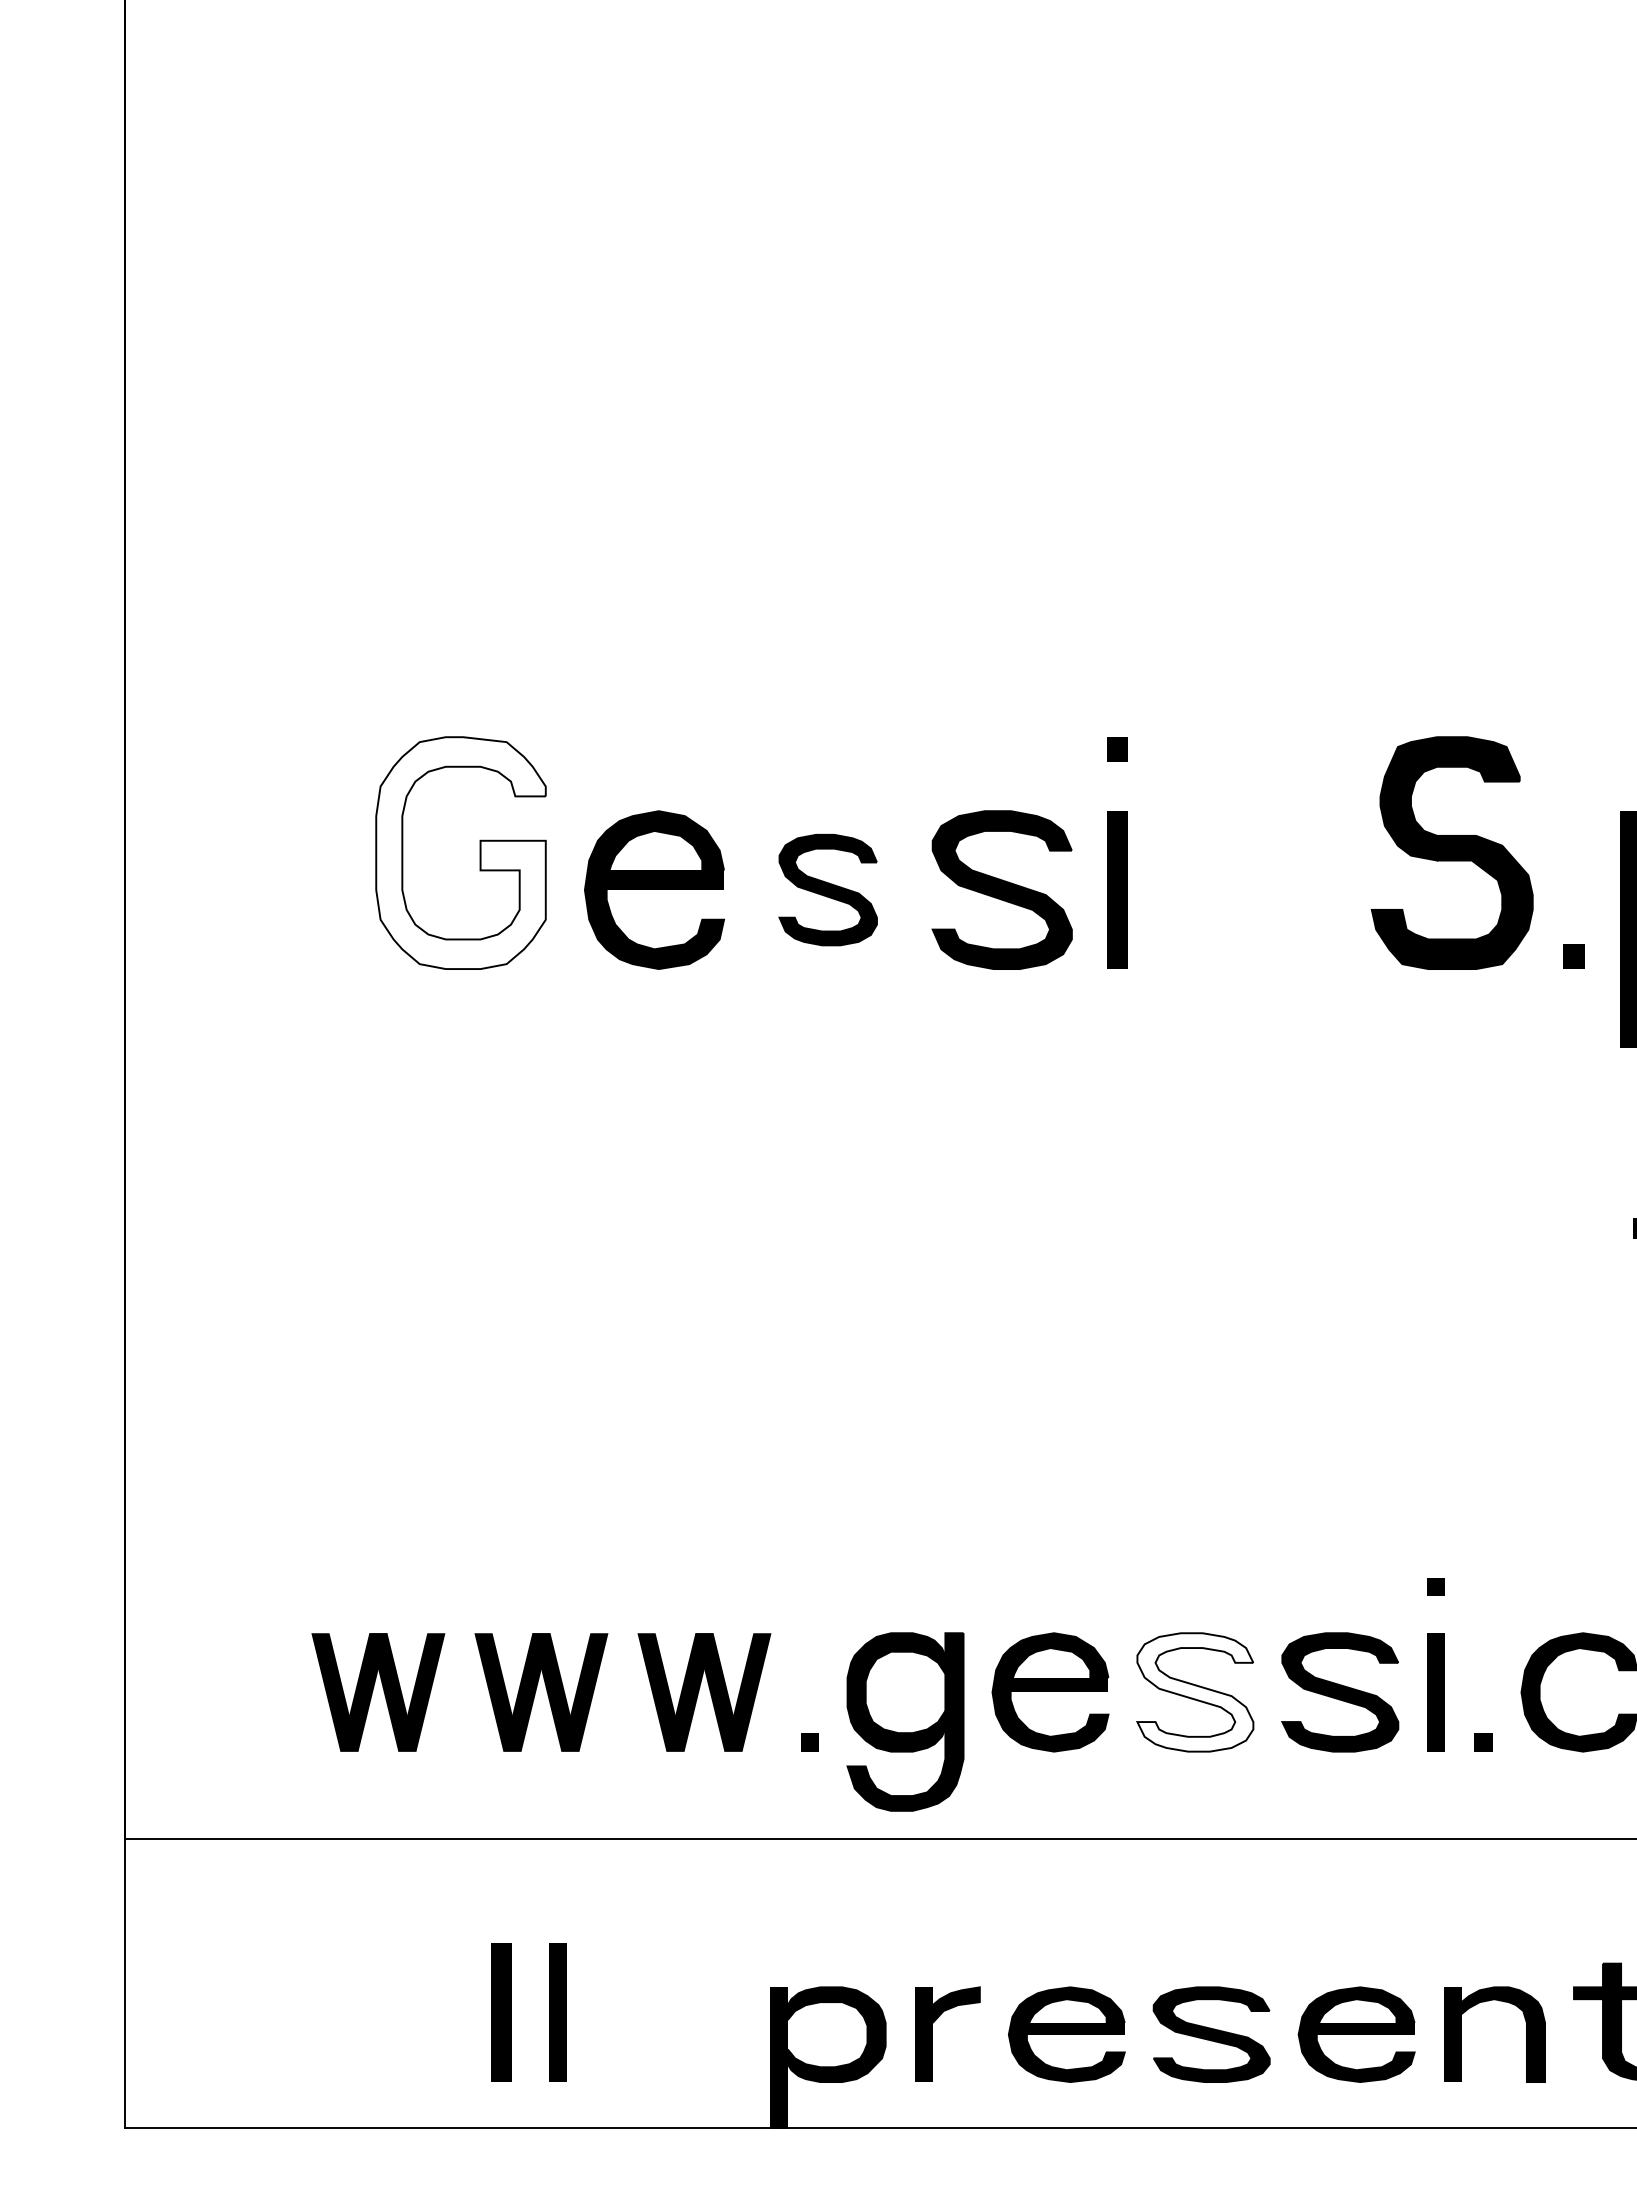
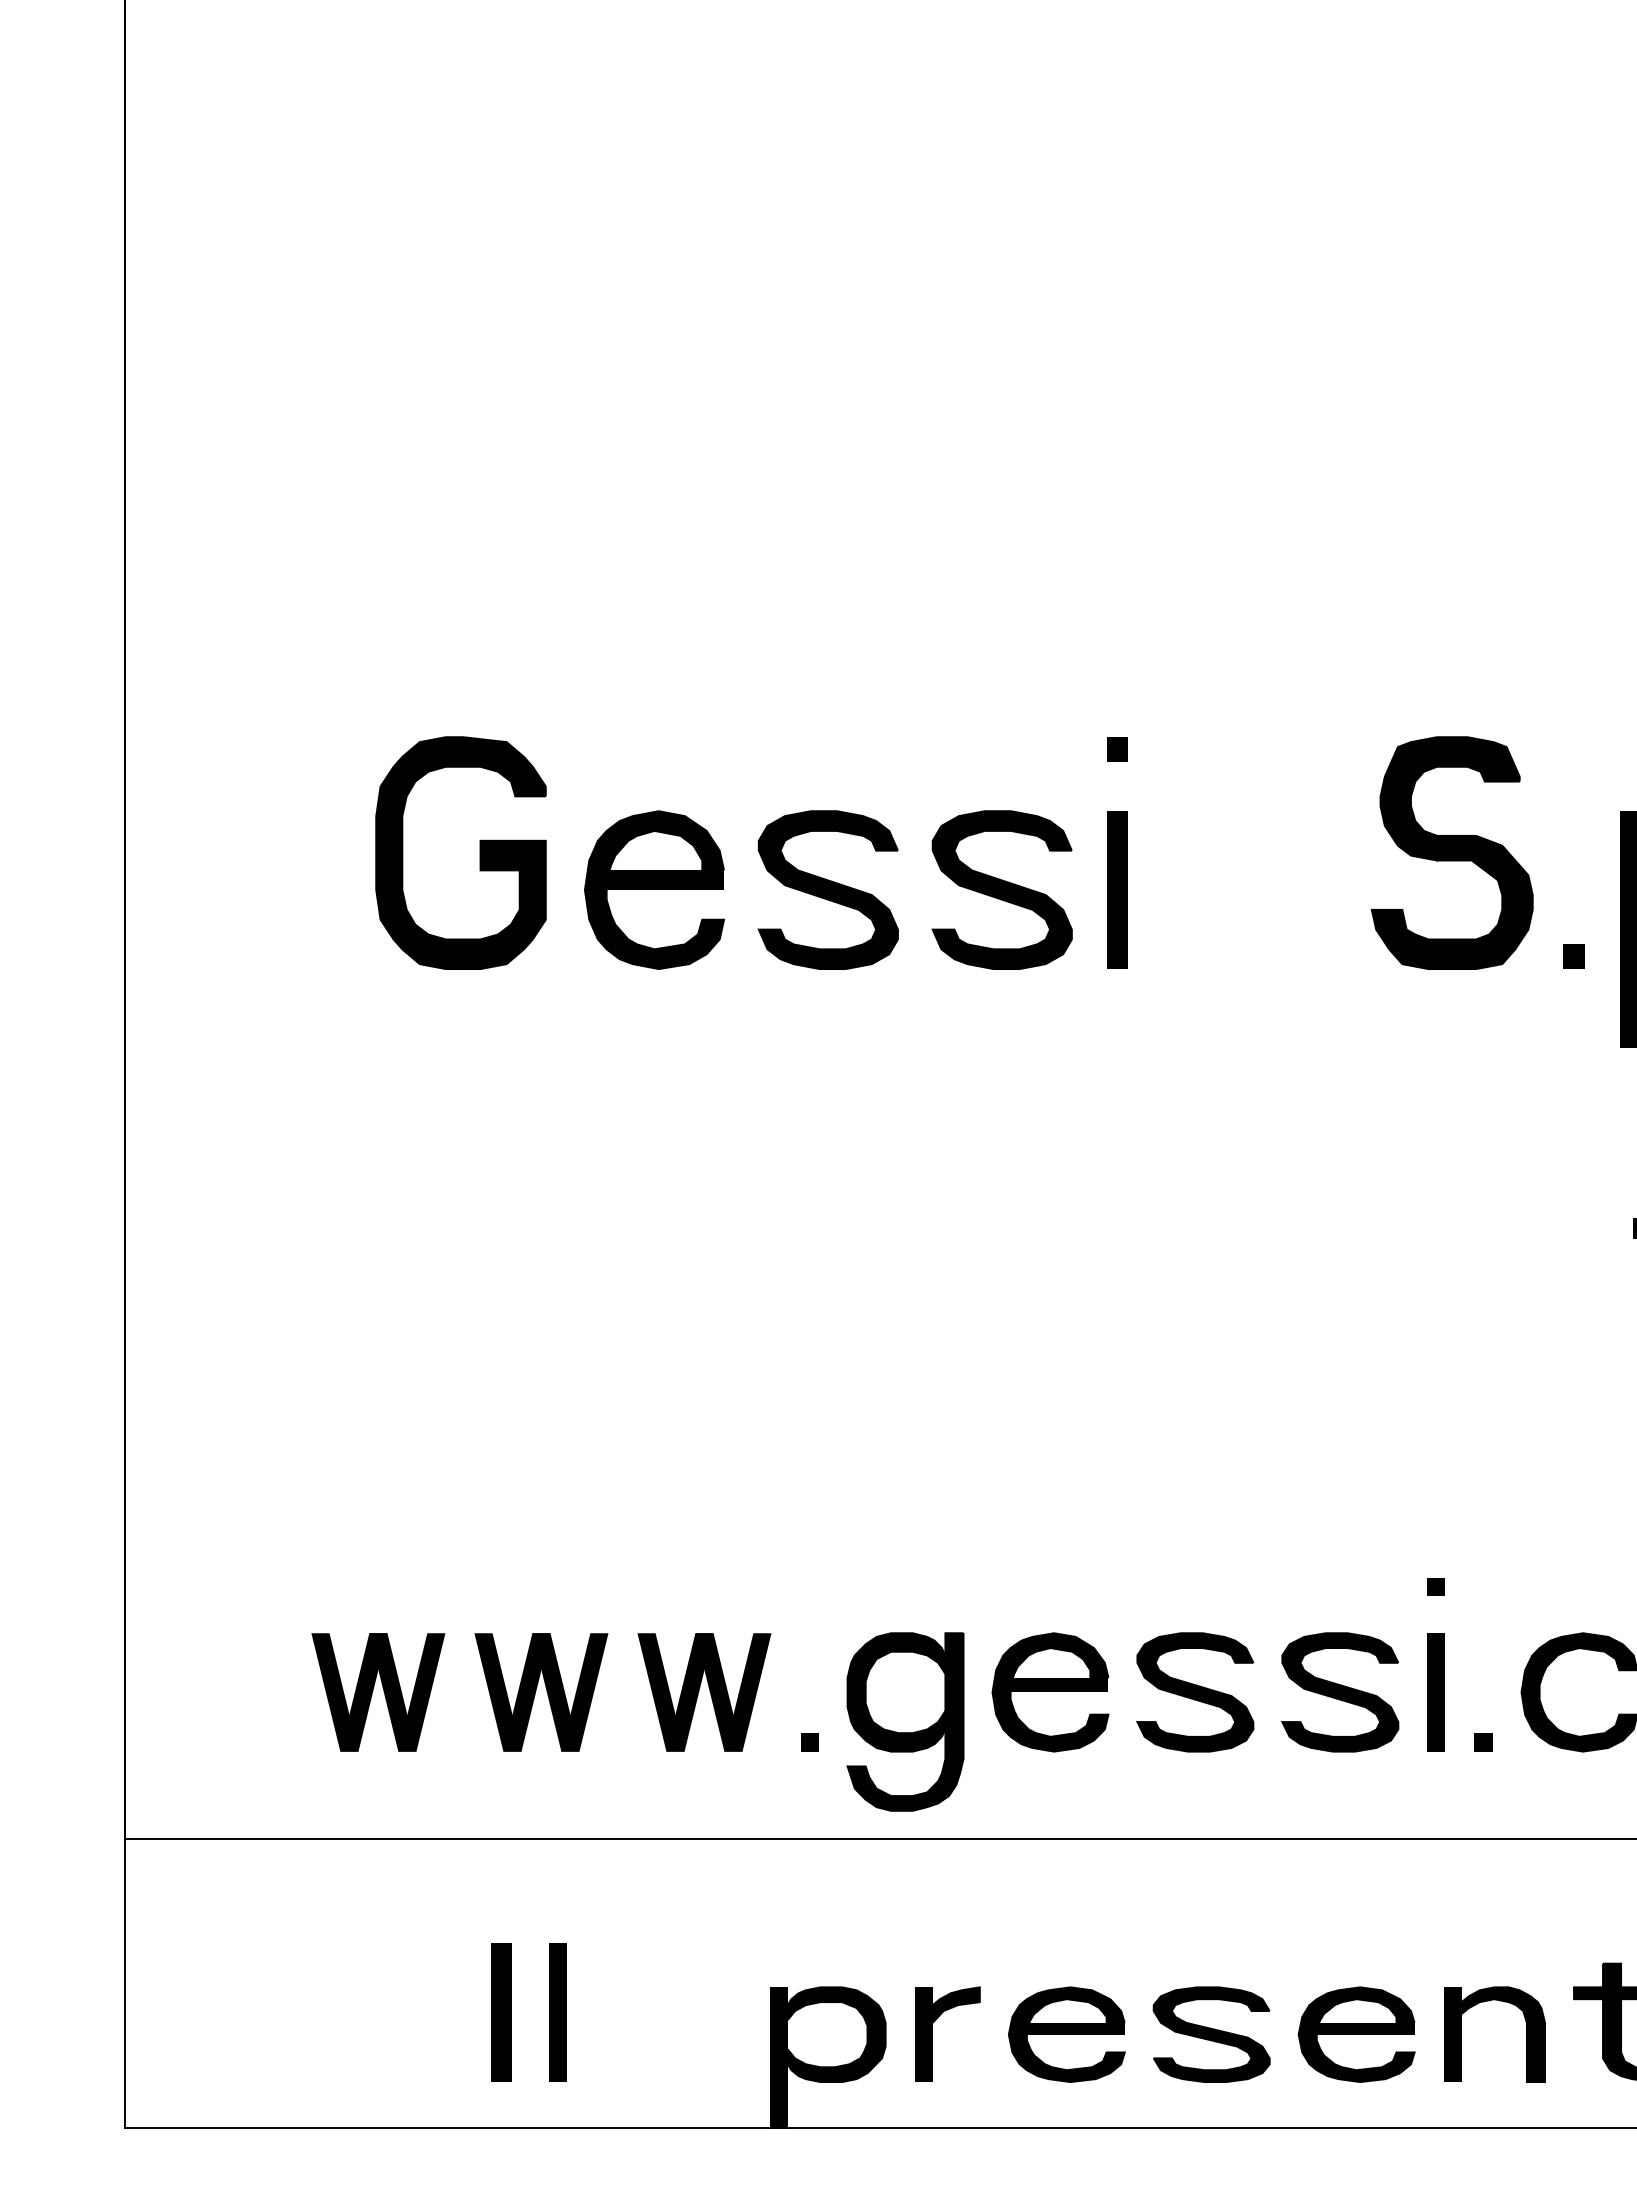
fill at (460, 853): none -> present
part at (827, 889) size: 100x114 px -> 142x160 px
fill at (1195, 1692): none -> present
